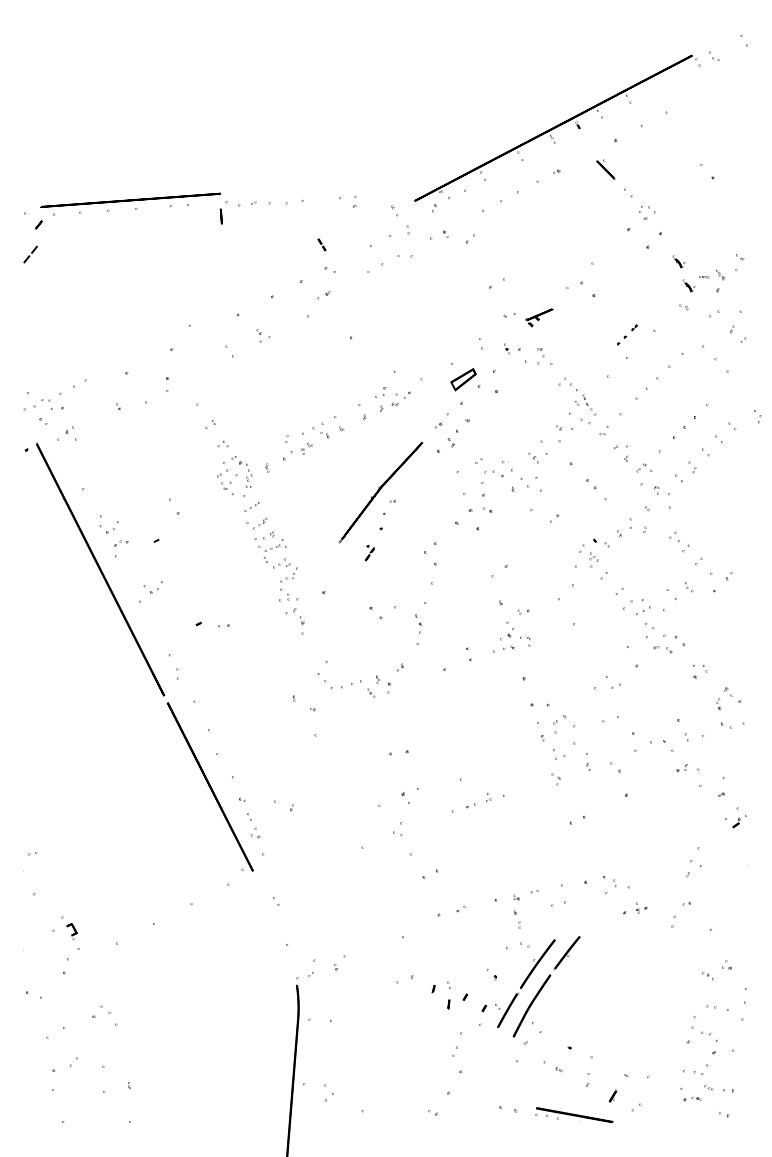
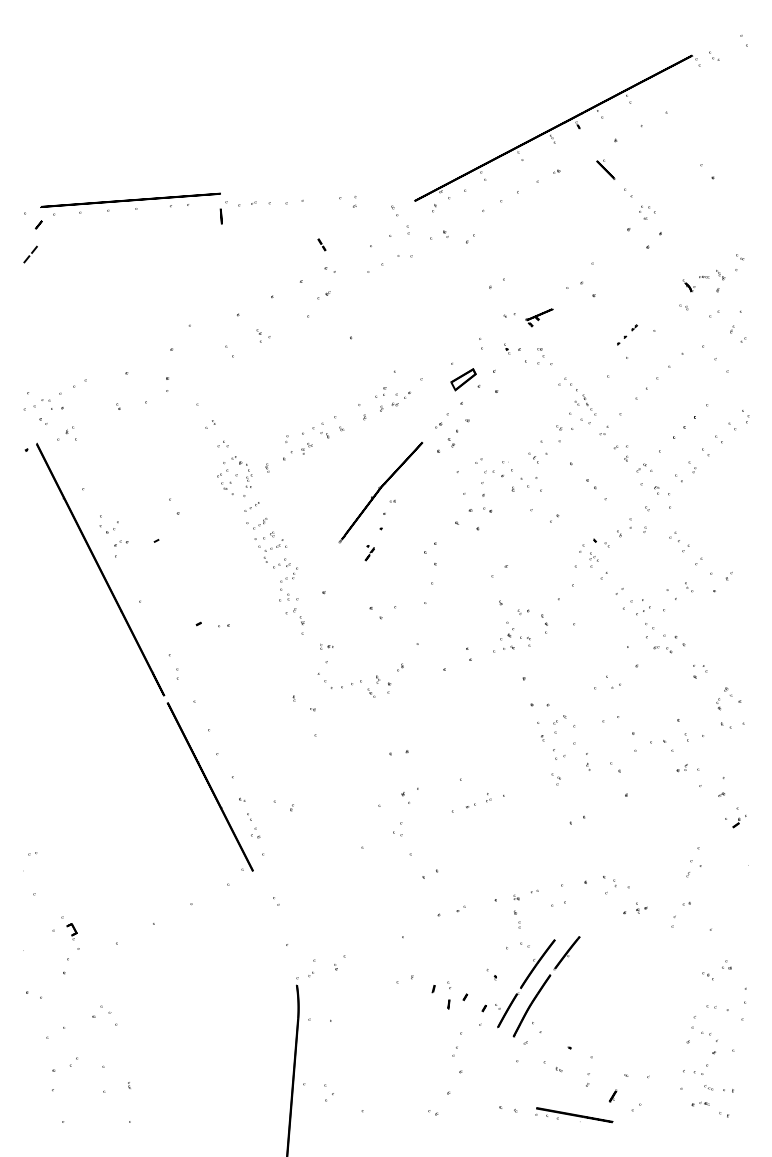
part at (678, 261): present -> none
part at (757, 416) position: (757, 416) -> (745, 416)
part at (152, 587): present -> none
part at (418, 623) position: (418, 623) -> (544, 623)
part at (326, 646): none -> present
part at (692, 1098) position: (692, 1098) -> (700, 1103)
